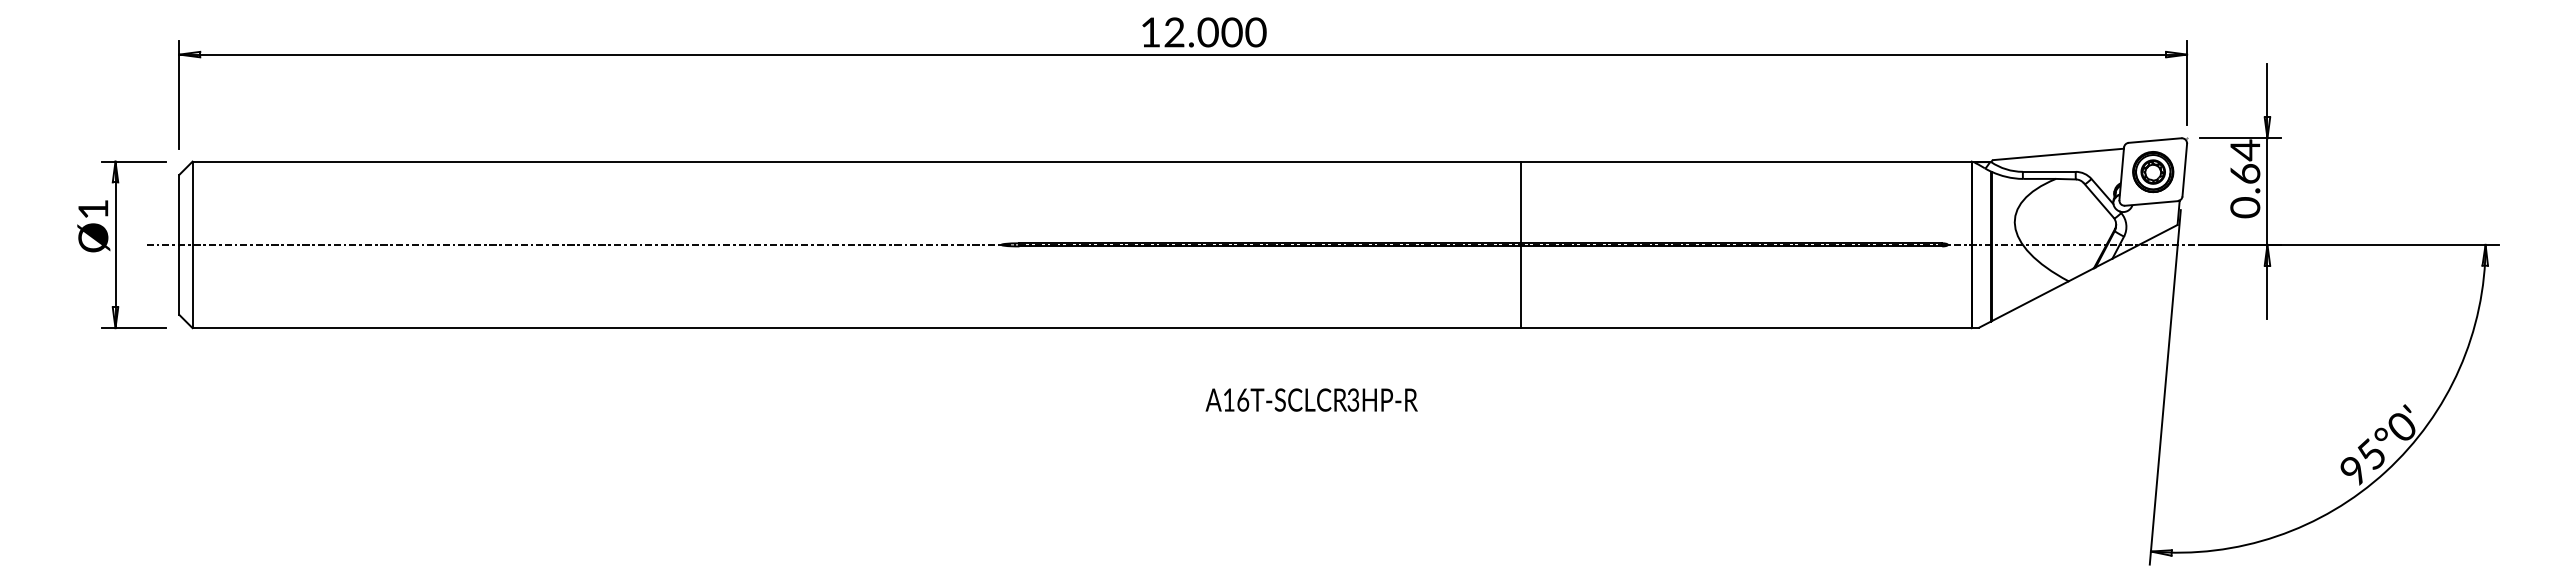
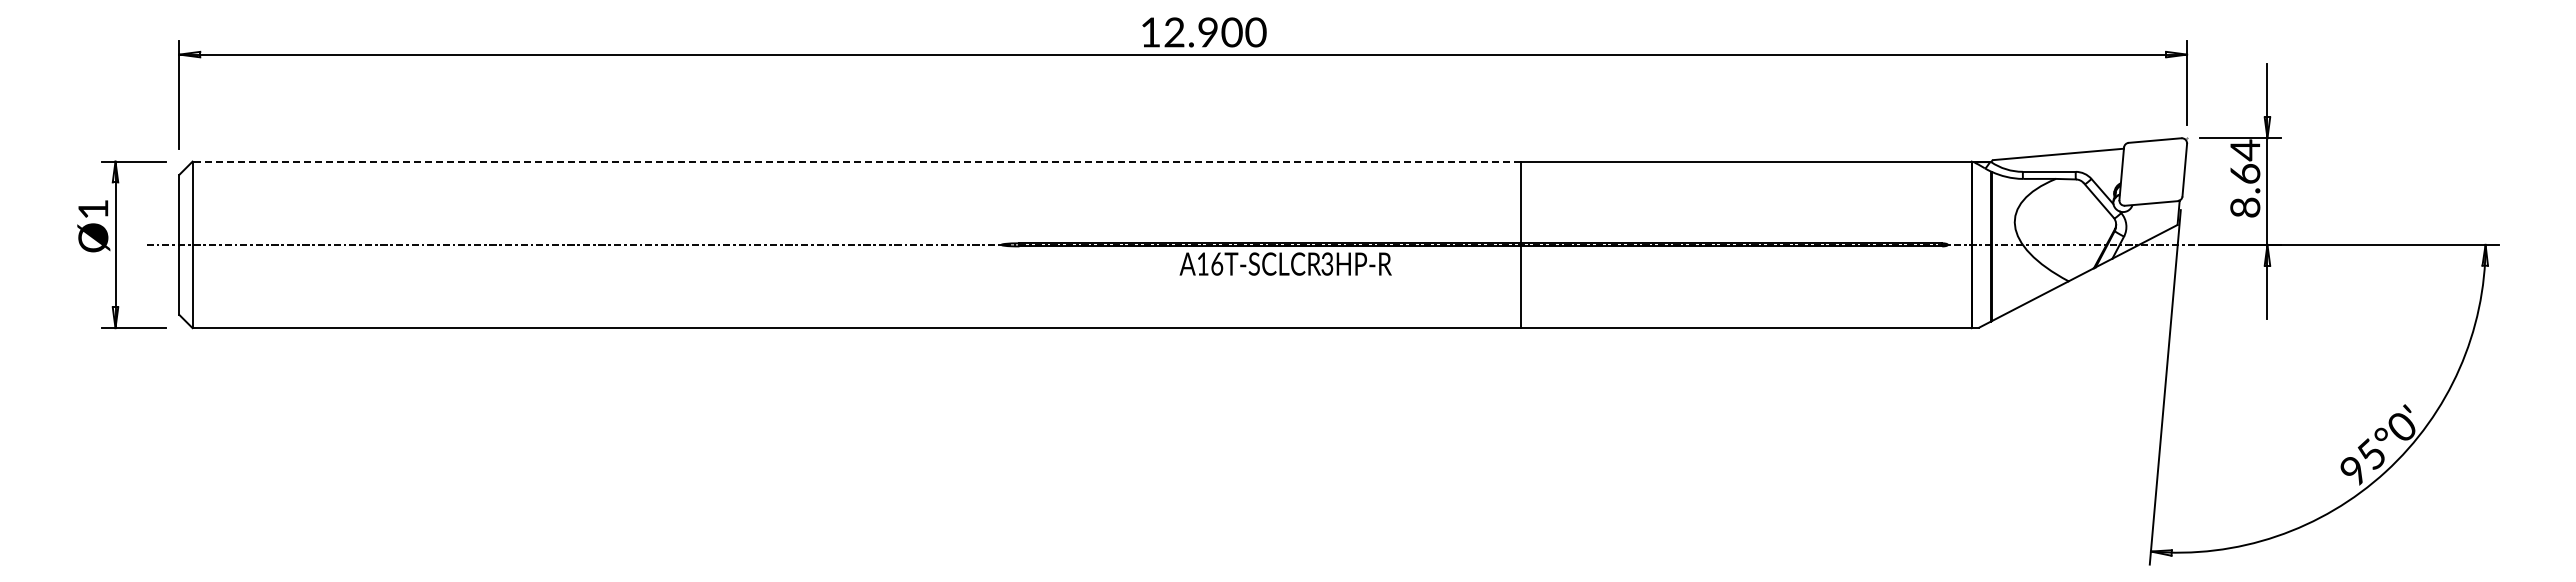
text at (1207, 33): 12.000 -> 12.900
line at (856, 161): solid -> dashed
part at (2153, 172): present -> none
text at (2245, 207): 0.64 -> 8.64
text at (1311, 399) position: (1311, 399) -> (1285, 263)
